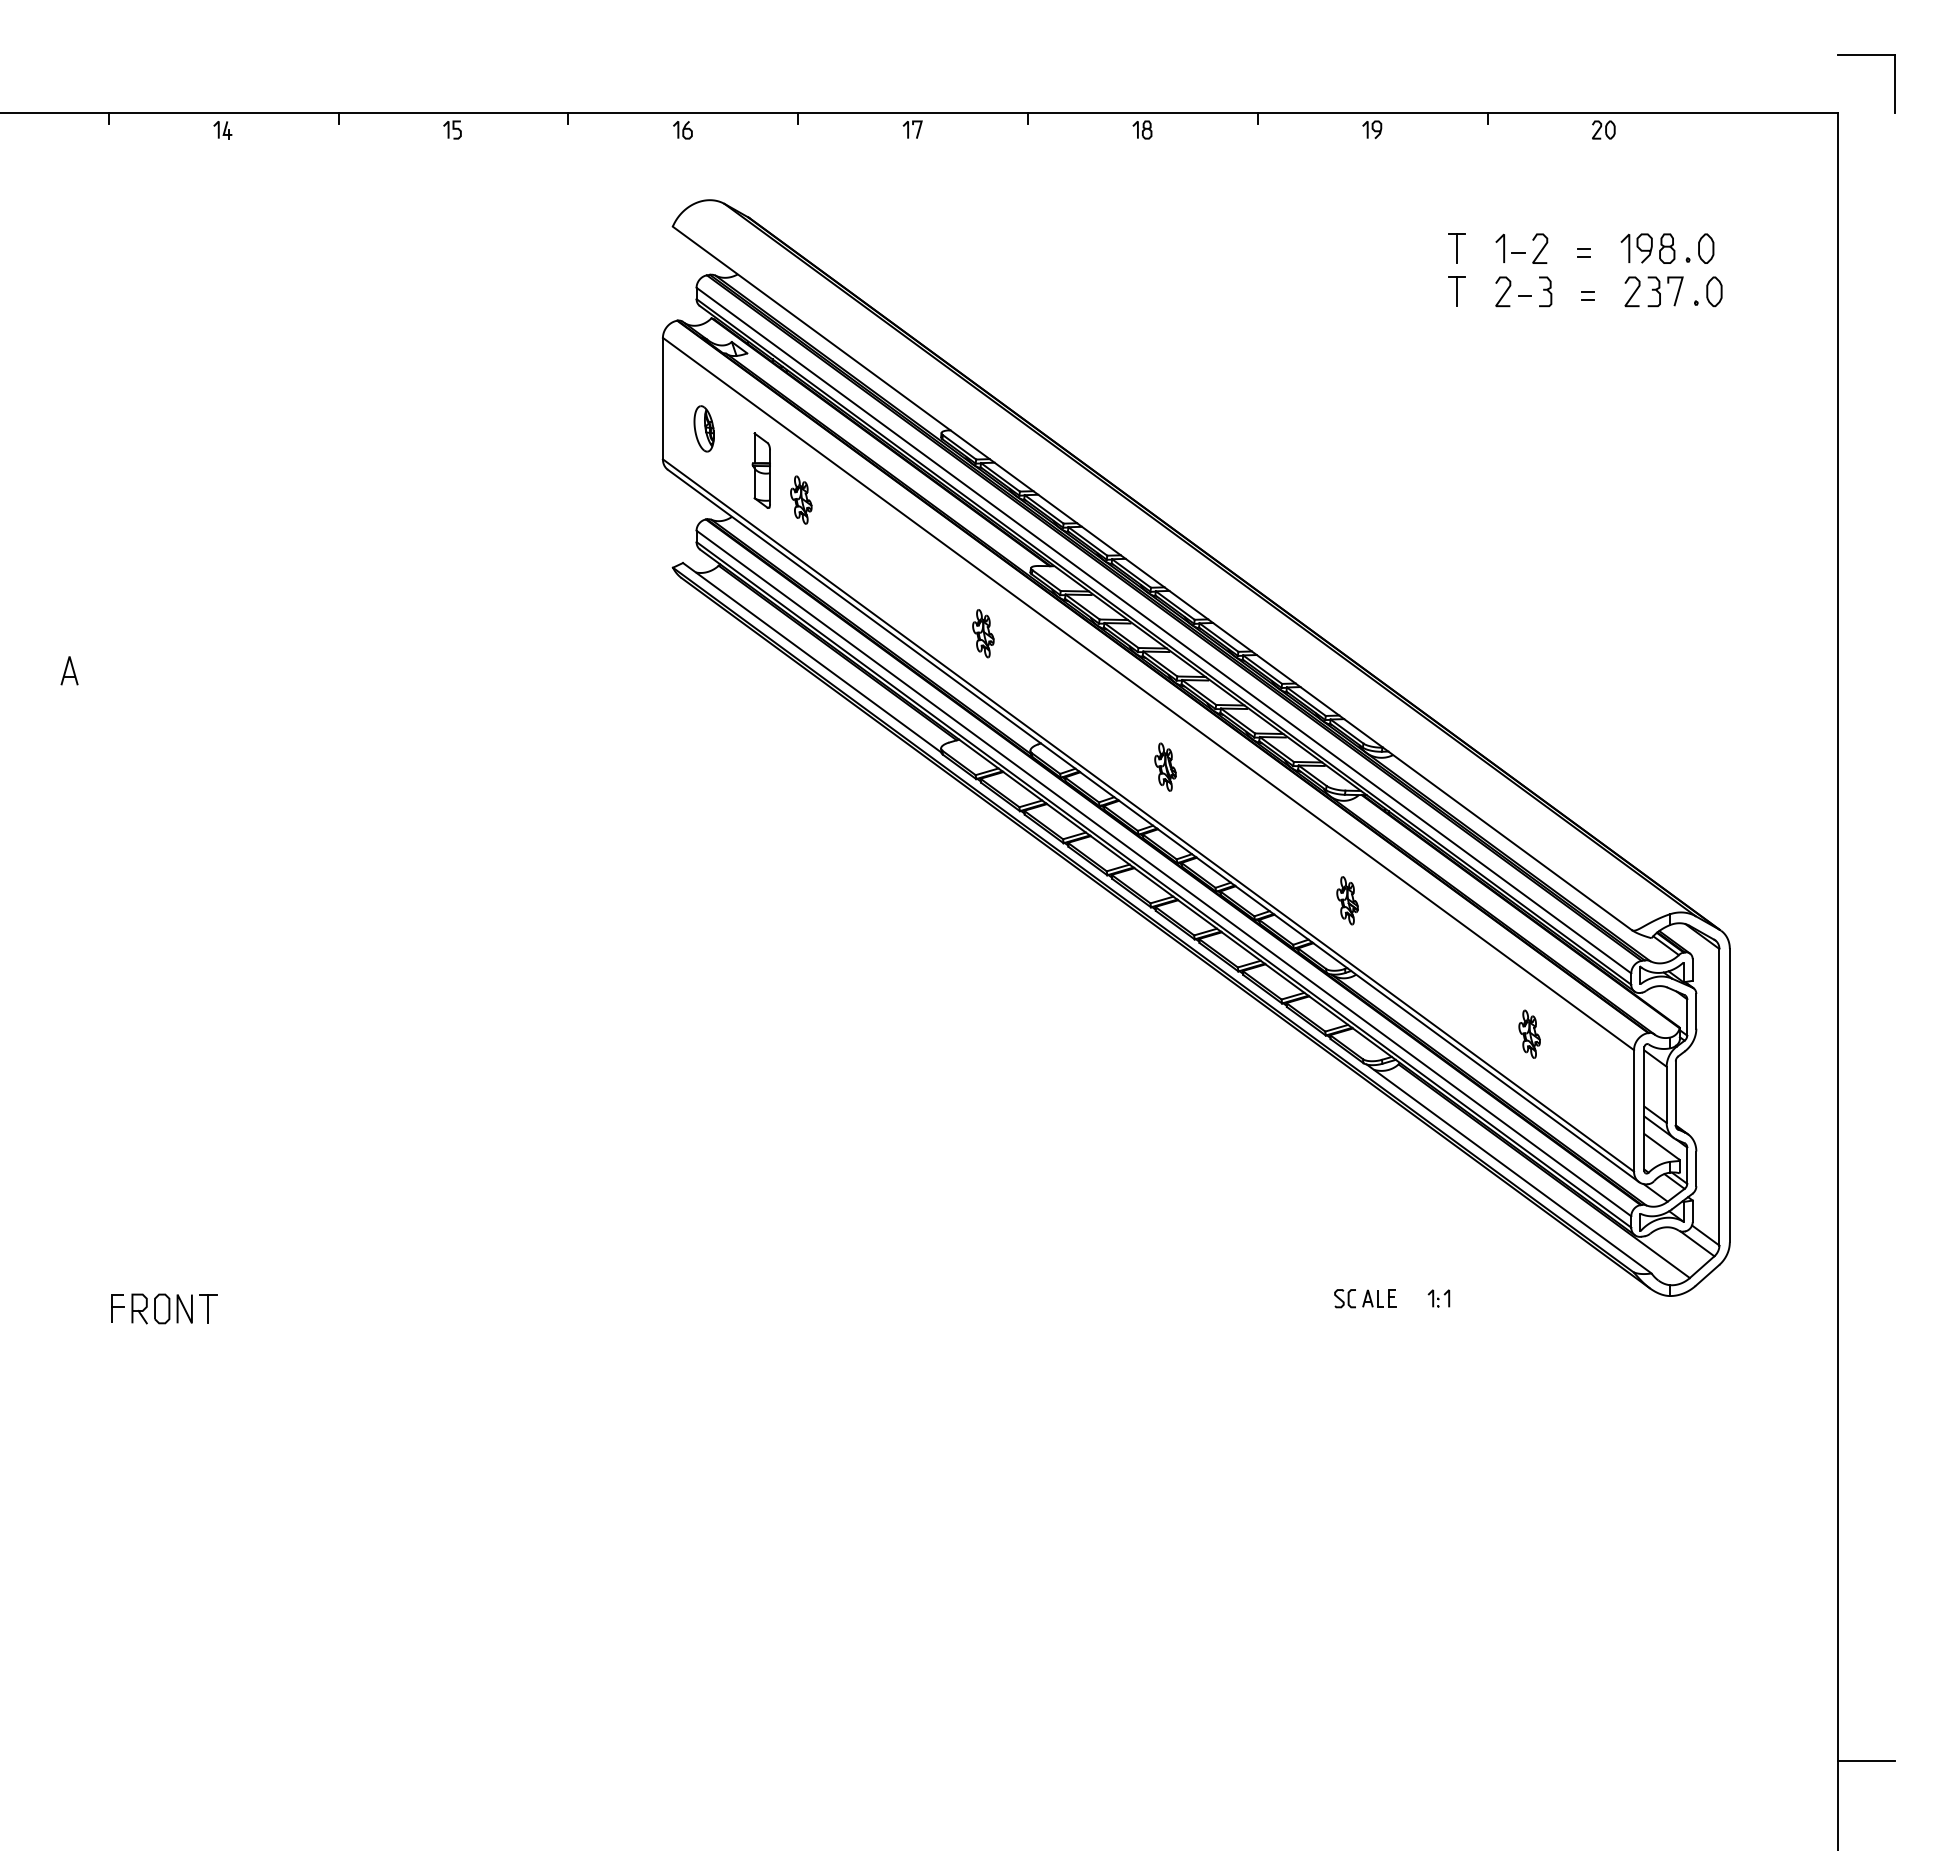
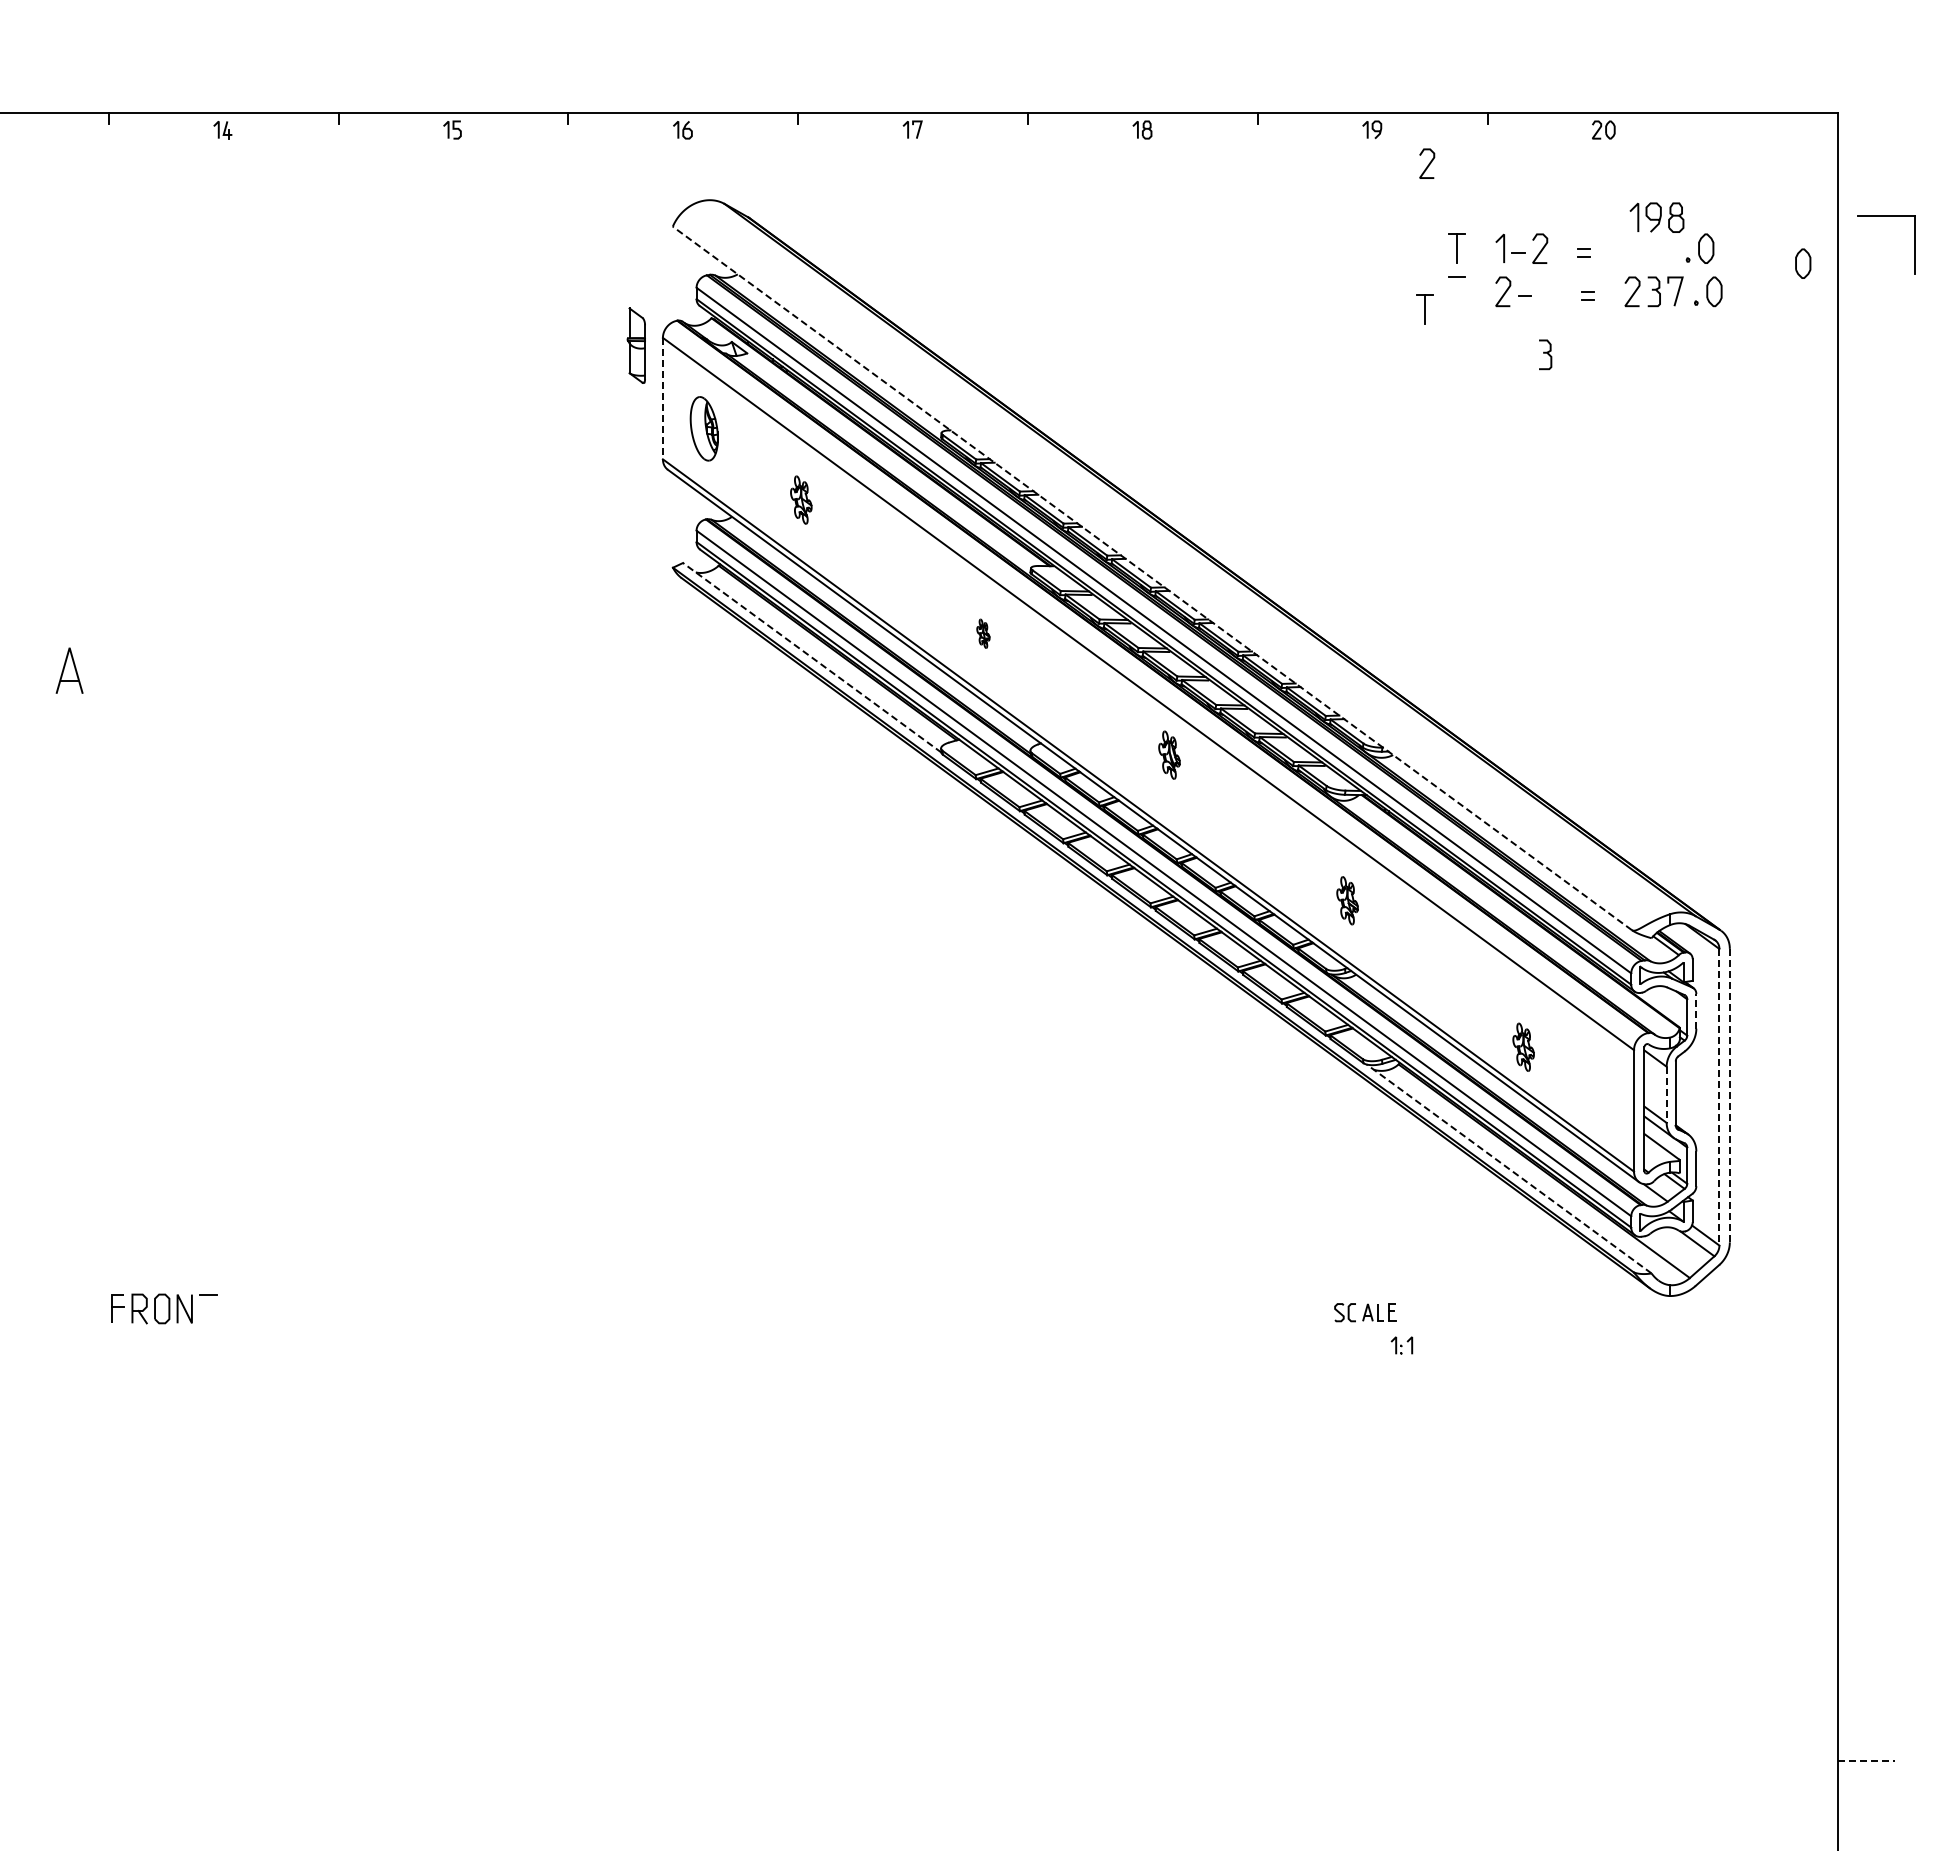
part at (1866, 55) position: (1866, 55) -> (1886, 216)
curve at (1428, 163): none -> present
part at (1647, 248) position: (1647, 248) -> (1656, 217)
part at (1803, 263): none -> present
line at (1456, 291): present -> none
part at (1545, 291) position: (1545, 291) -> (1545, 354)
part at (1424, 309): none -> present
line at (662, 398): solid -> dashed
part at (703, 428) size: 22x48 px -> 30x66 px
part at (760, 470) position: (760, 470) -> (635, 345)
line at (1152, 578): solid -> dashed
part at (983, 633) size: 23x50 px -> 15x31 px
line at (811, 657): solid -> dashed
part at (69, 670) size: 19x30 px -> 29x47 px
part at (1165, 766) position: (1165, 766) -> (1169, 754)
line at (1696, 1010): solid -> dashed
part at (1529, 1033) position: (1529, 1033) -> (1523, 1046)
line at (1666, 1095): solid -> dashed
line at (1729, 1095): solid -> dashed
line at (1719, 1097): solid -> dashed
line at (1509, 1168): solid -> dashed
part at (1365, 1298) position: (1365, 1298) -> (1365, 1312)
part at (1438, 1298) position: (1438, 1298) -> (1401, 1345)
line at (208, 1308): present -> none
line at (1866, 1761): solid -> dashed
